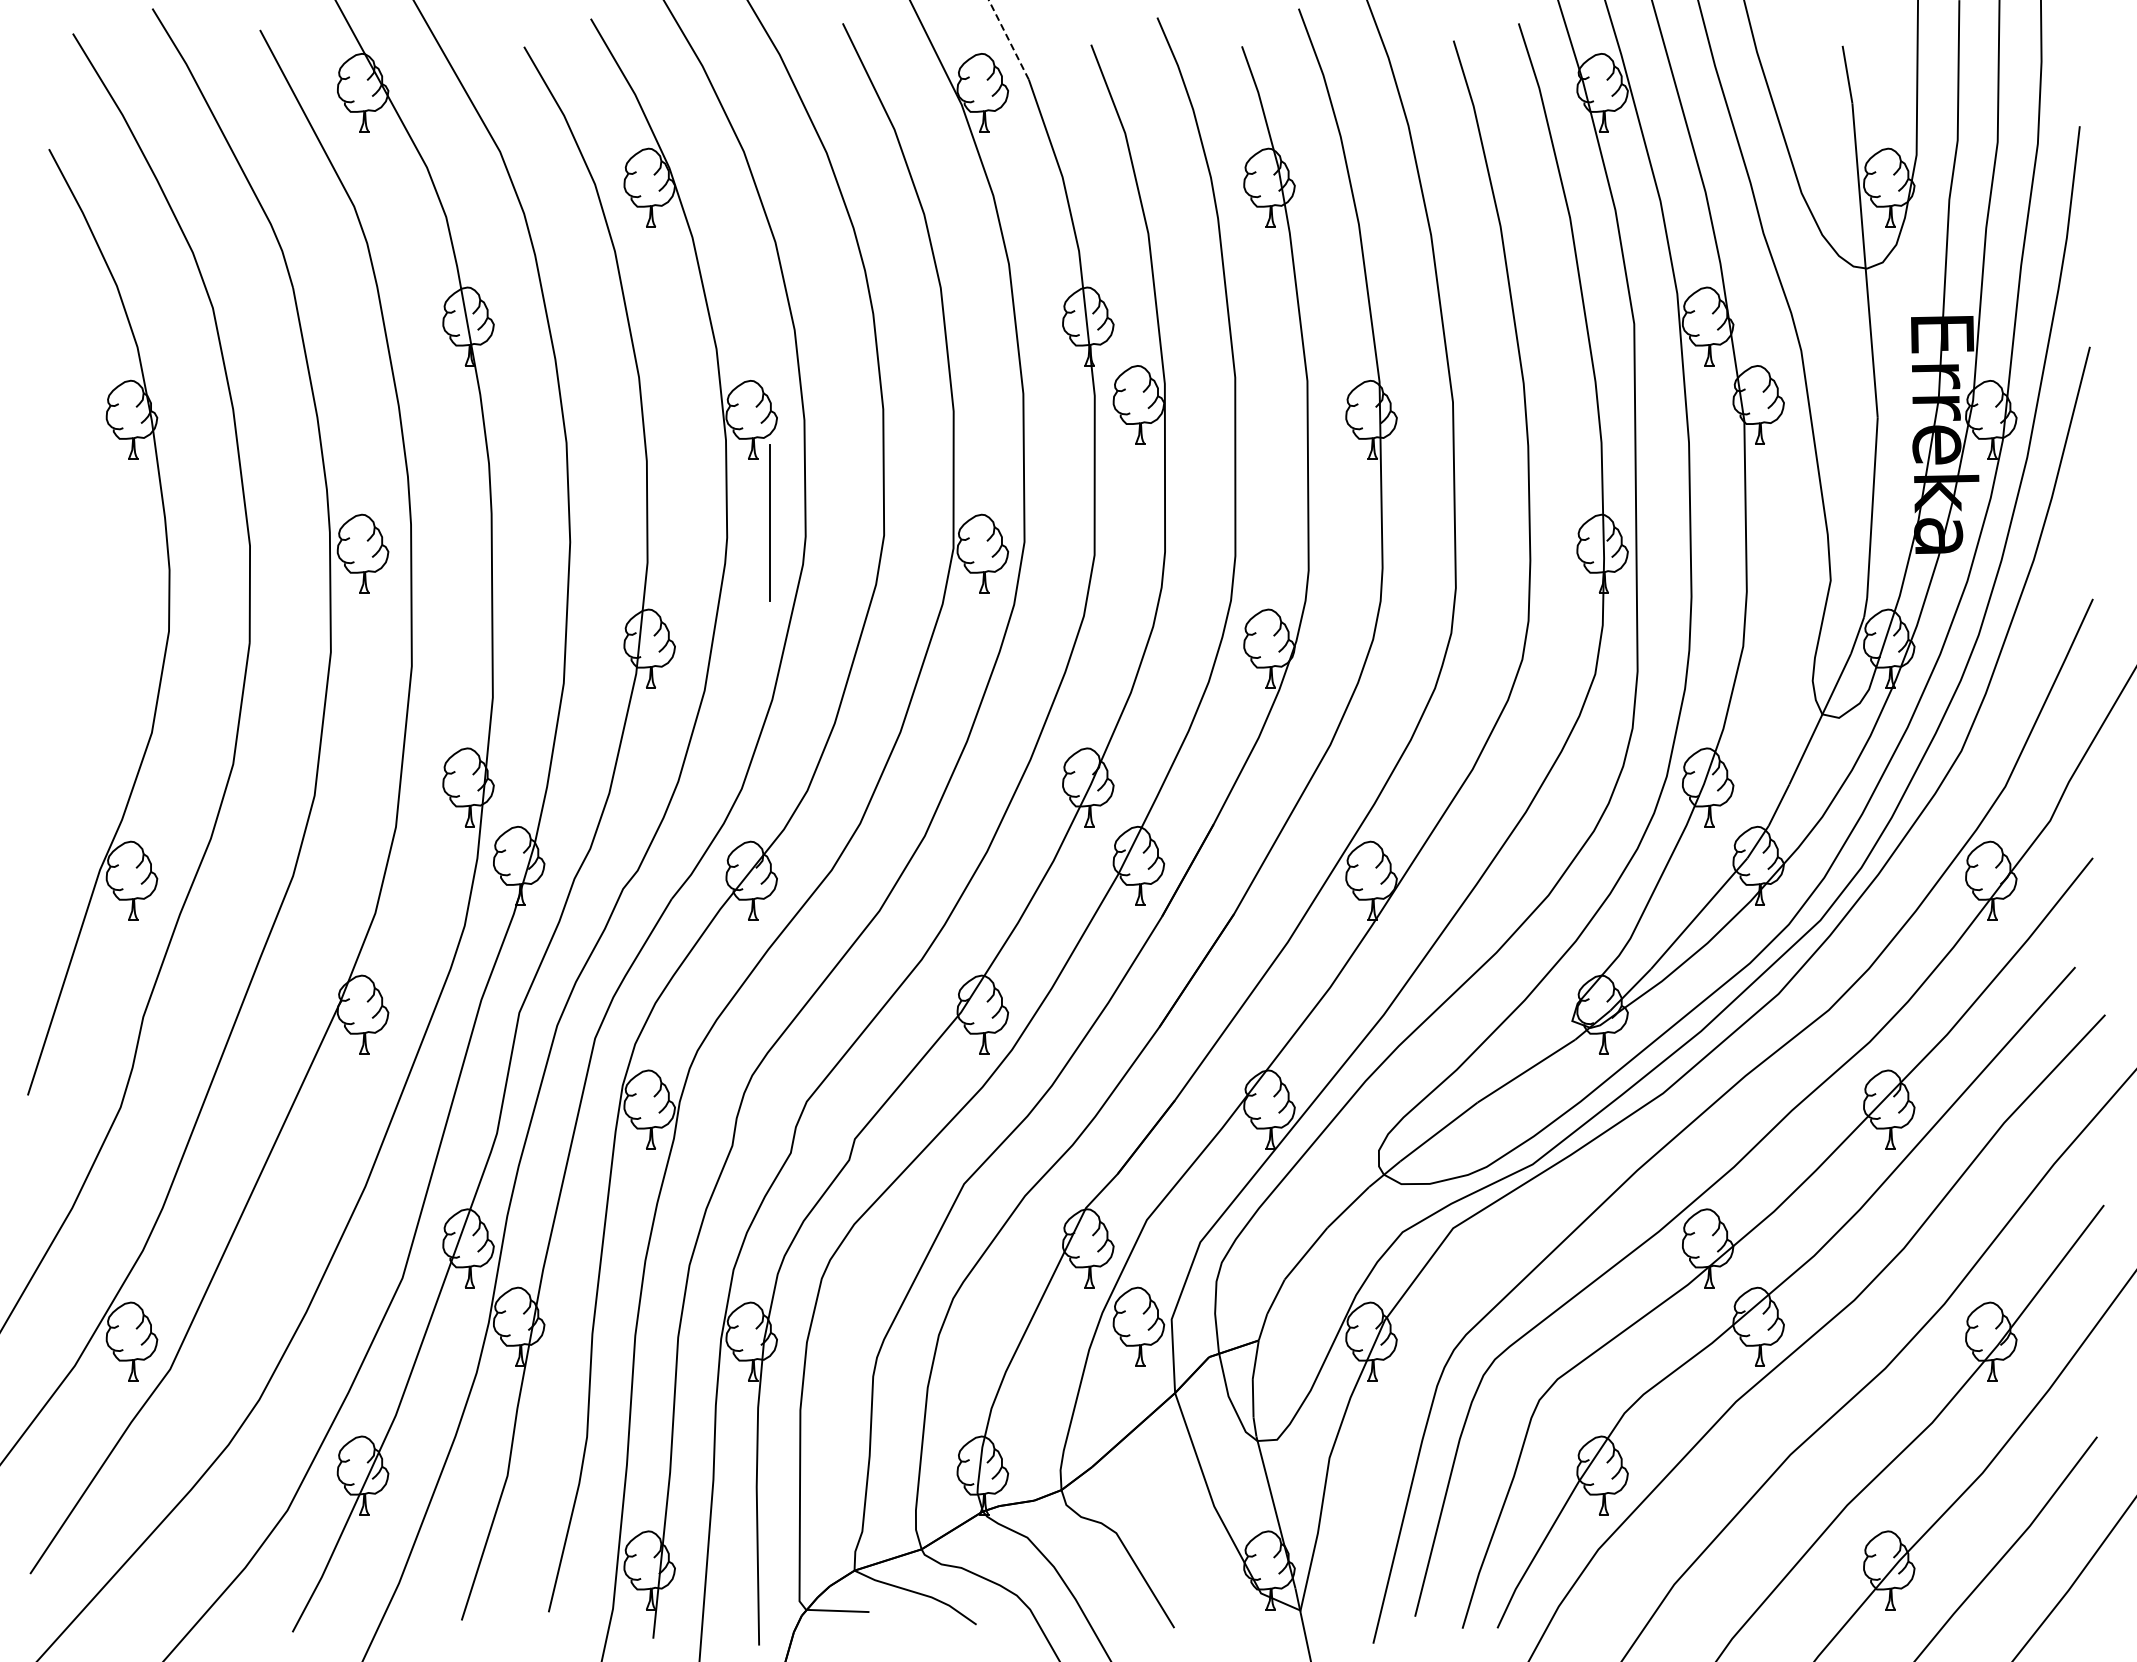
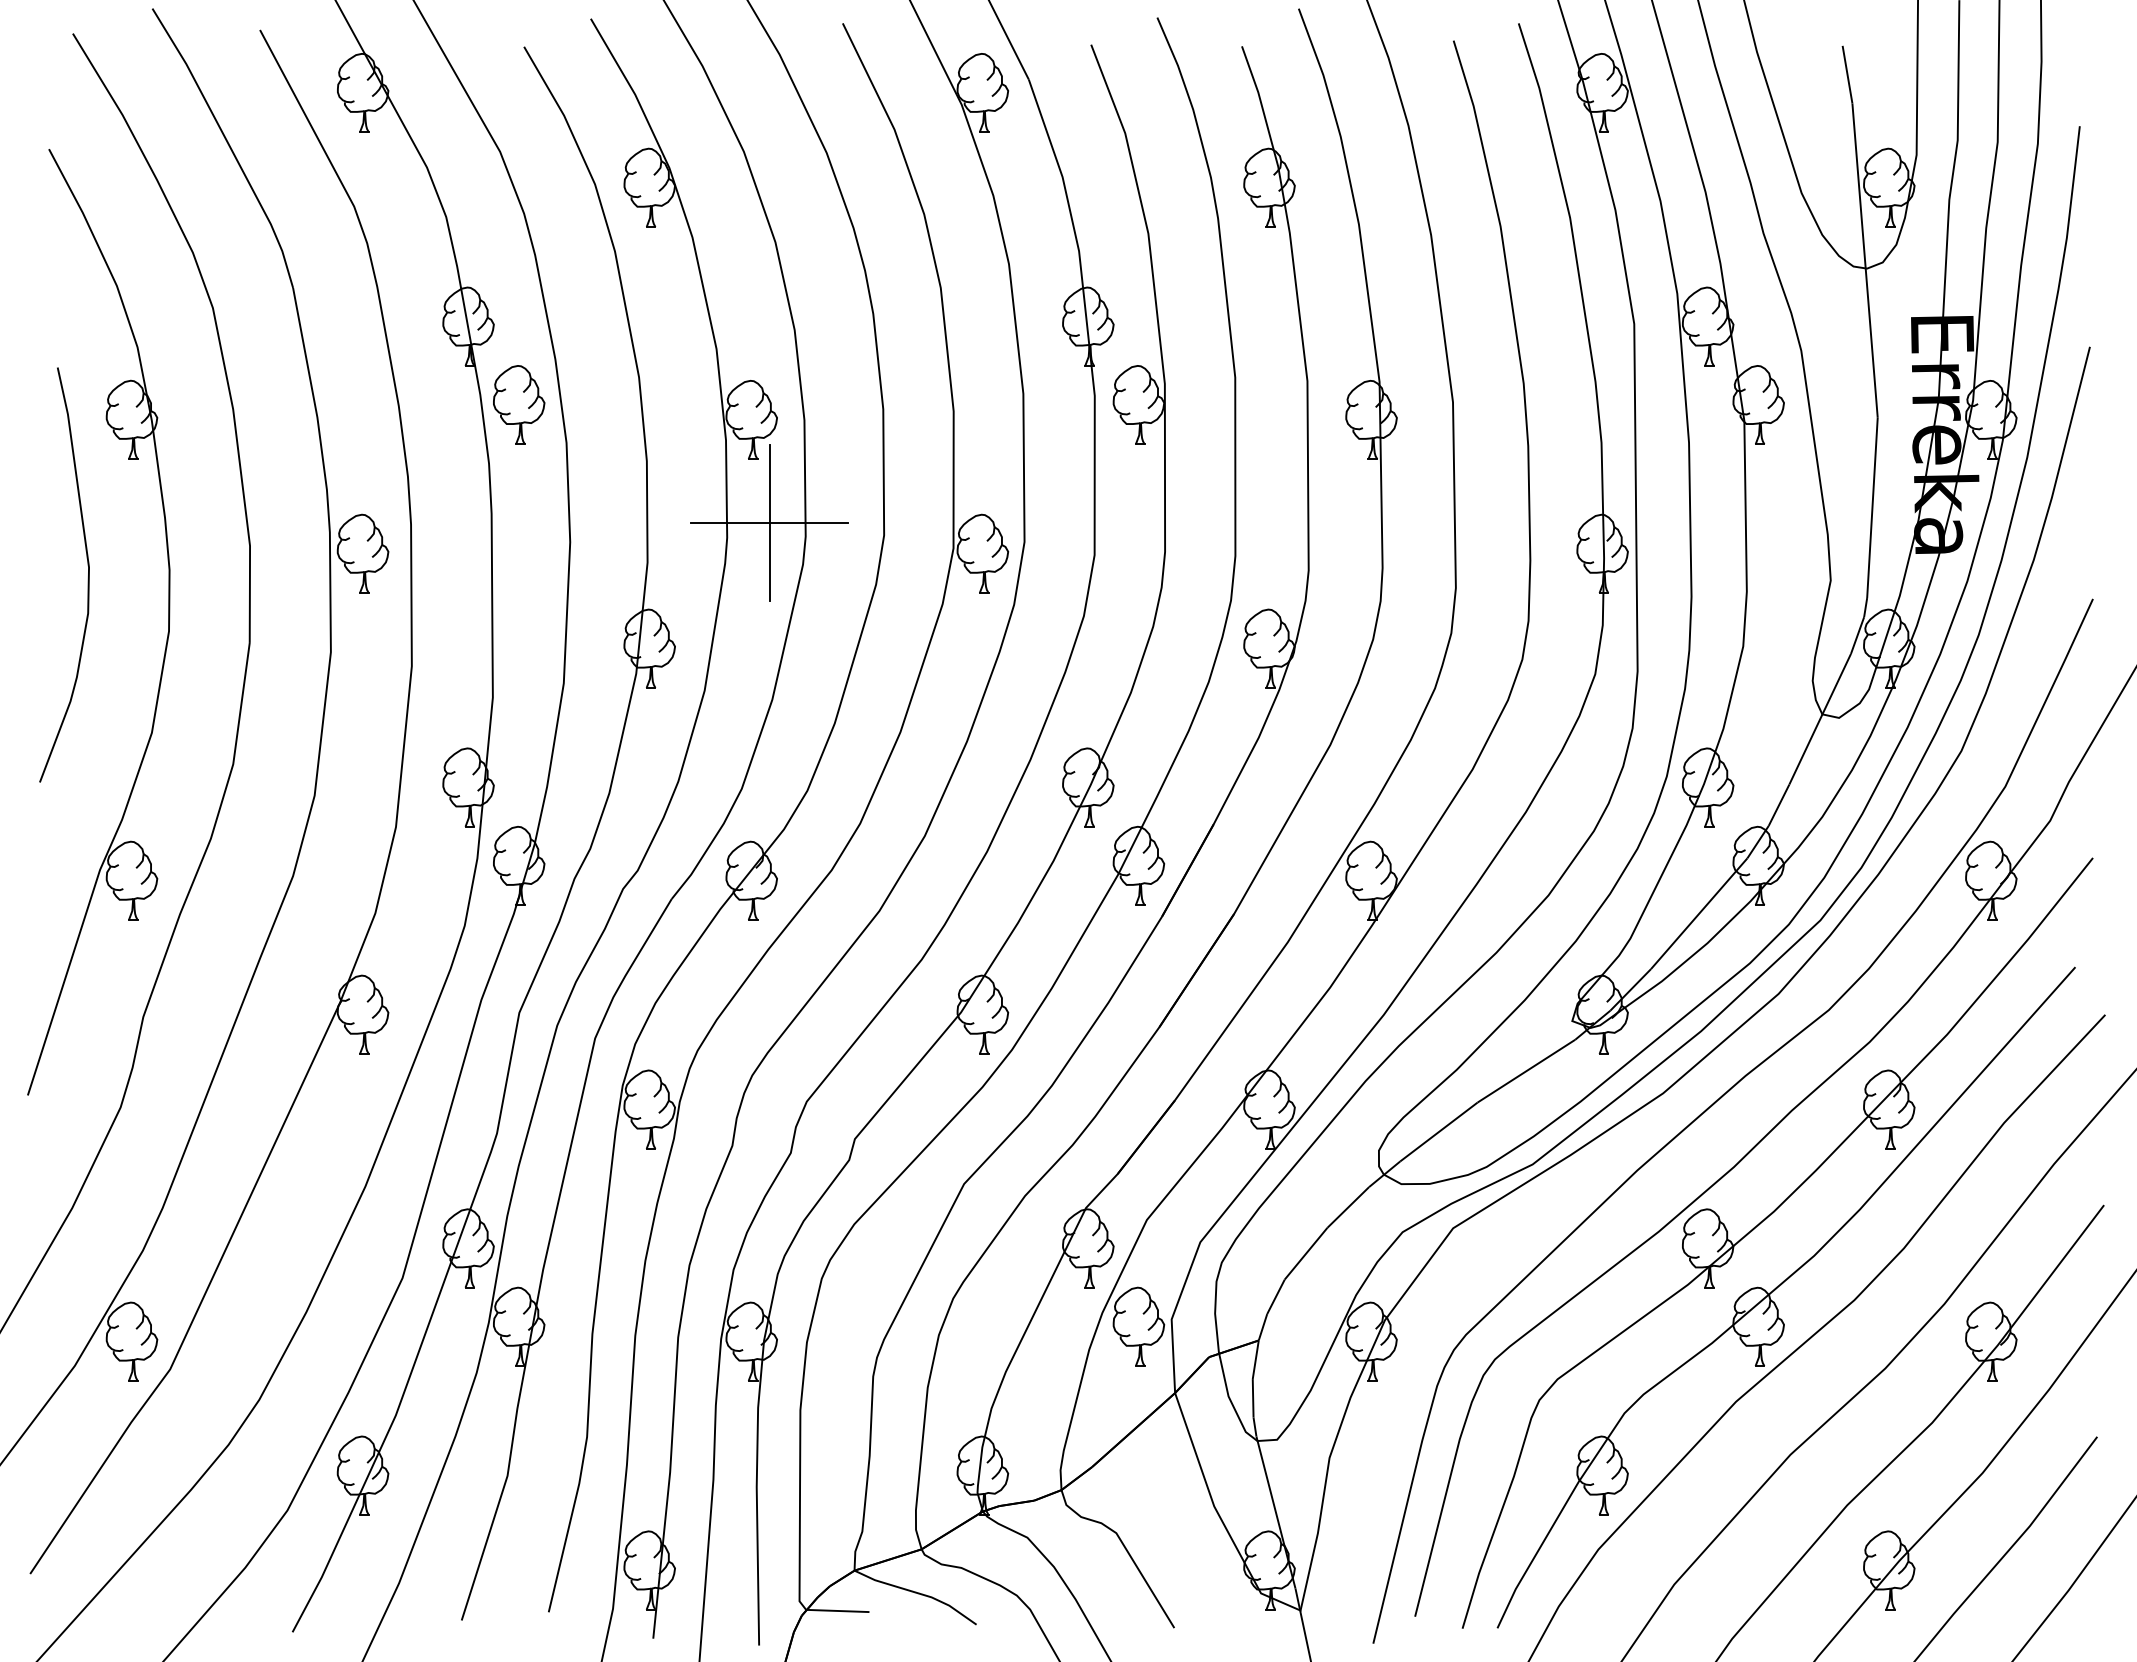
line at (1008, 39): dashed -> solid
part at (519, 404): none -> present
line at (769, 522): none -> present
curve at (87, 578): none -> present
